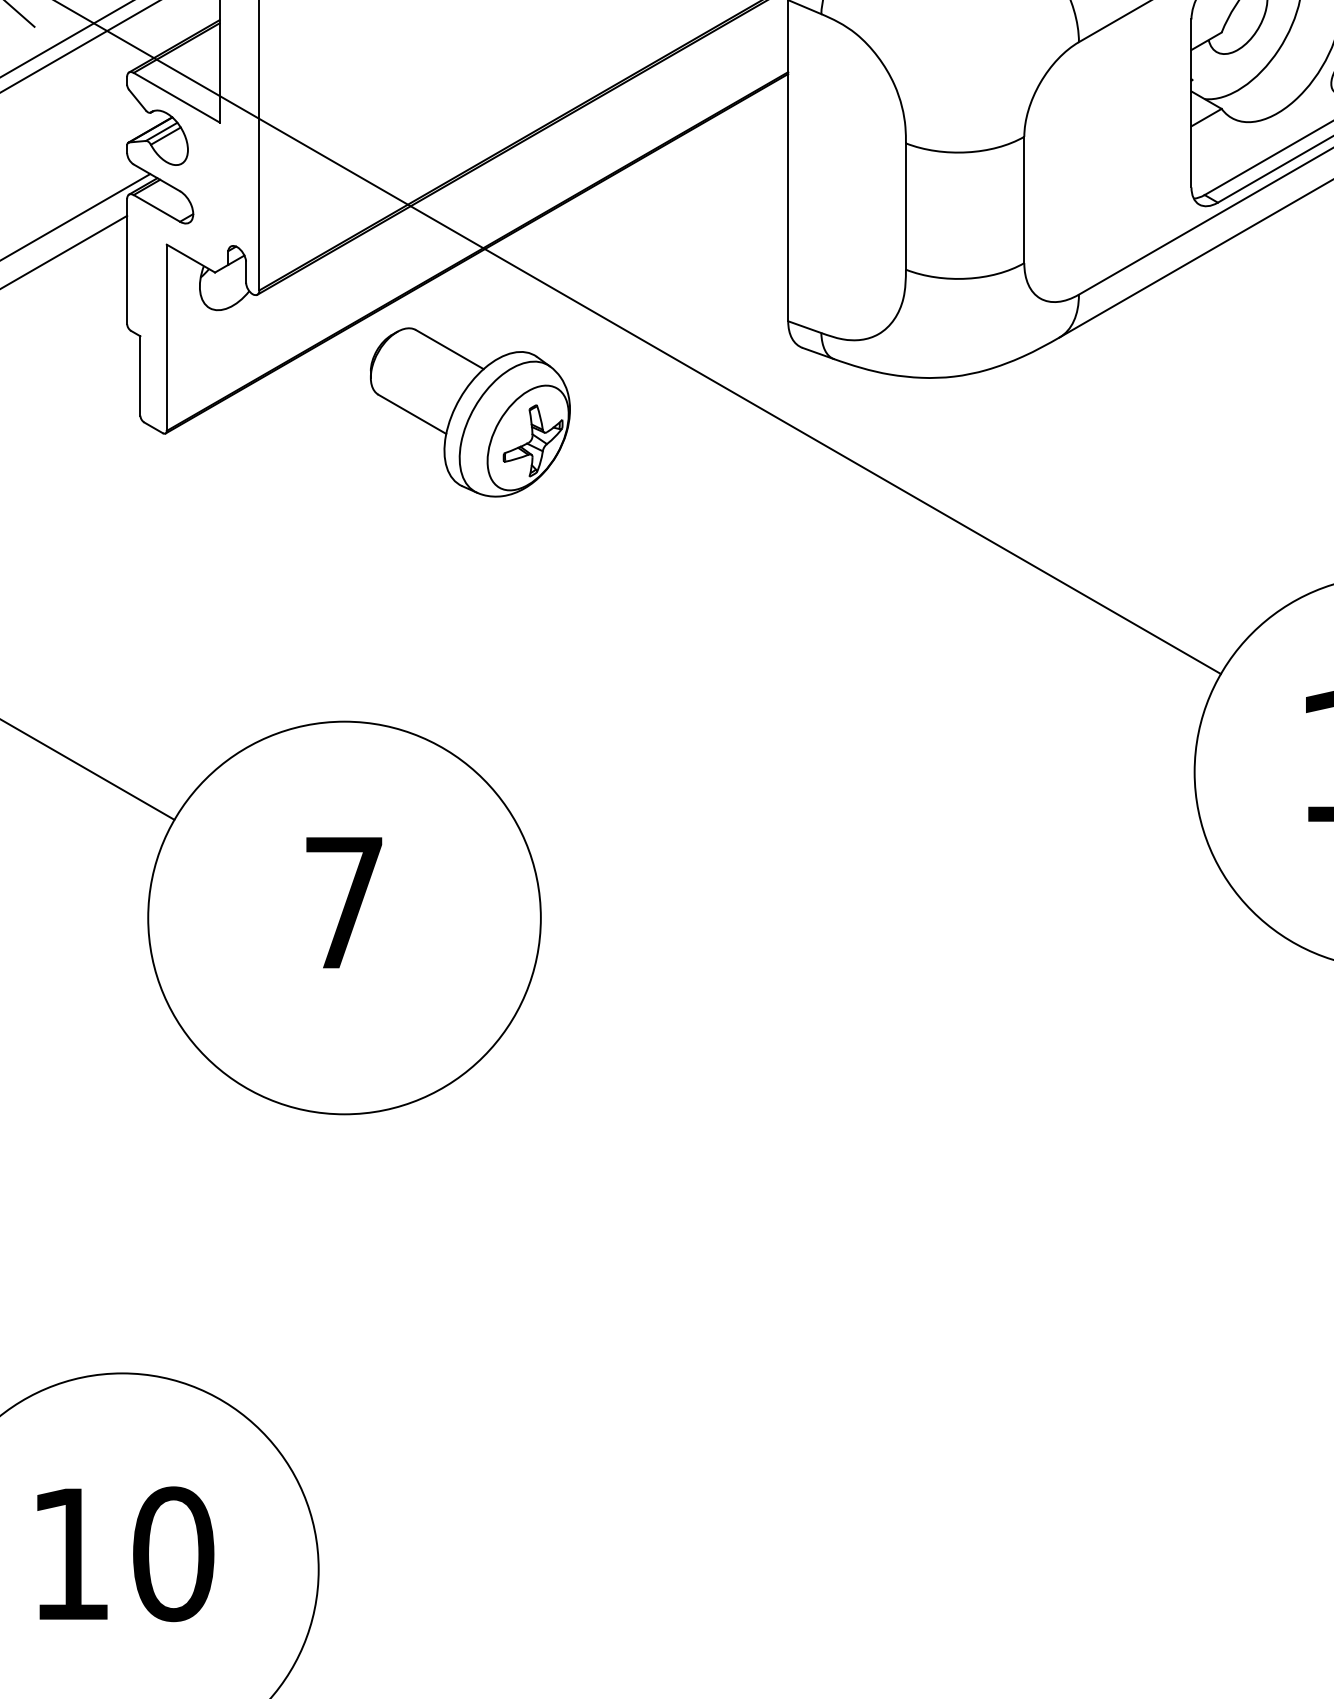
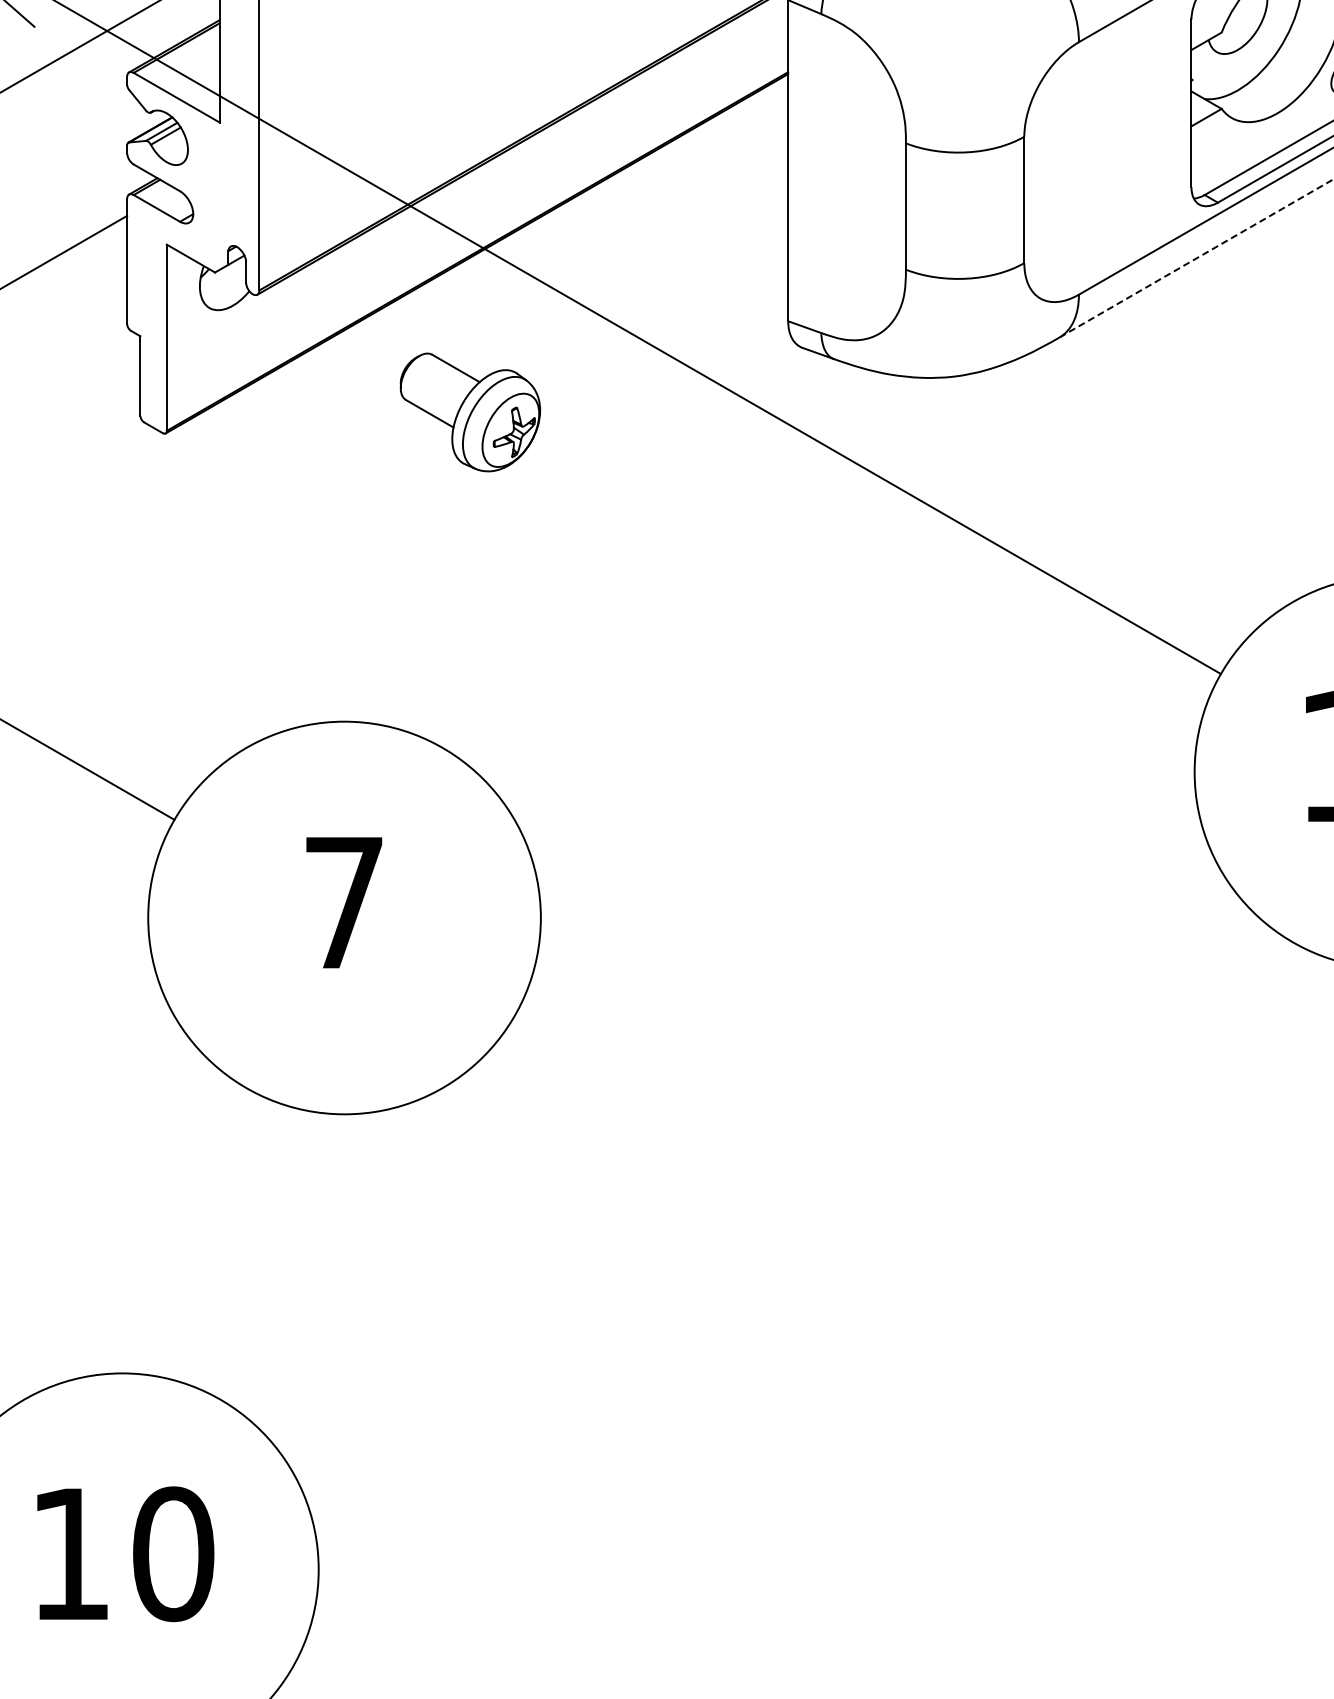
line at (66, 39): present -> none
line at (76, 216): present -> none
line at (1197, 258): solid -> dashed
part at (470, 412) size: 201x171 px -> 143x121 px
